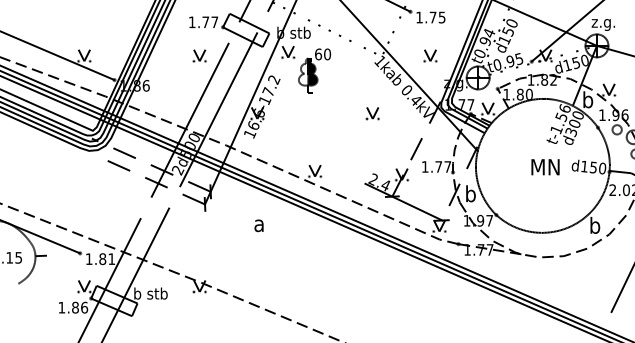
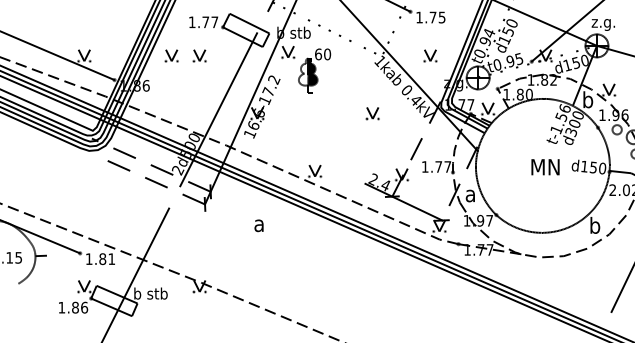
part at (171, 55): none -> present
line at (164, 170): present -> none
text at (470, 193): b -> a
